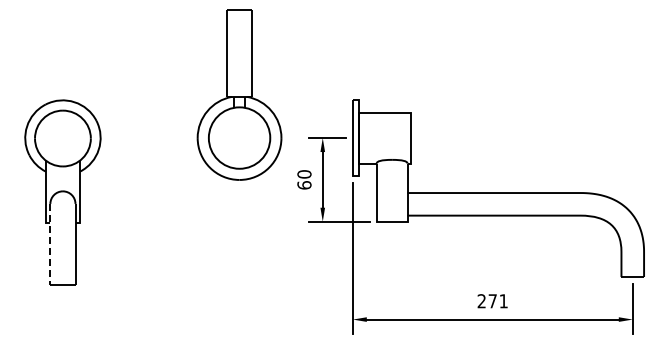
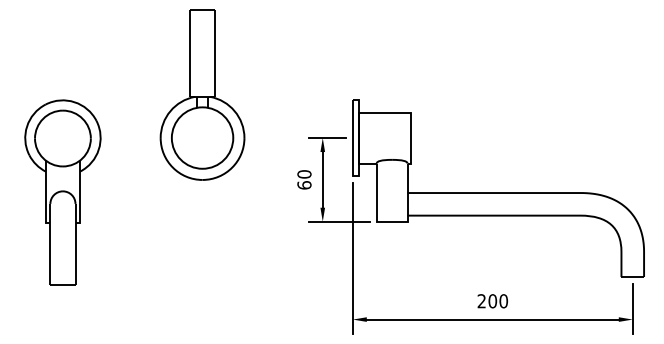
part at (239, 94) position: (239, 94) -> (202, 94)
line at (50, 244): dashed -> solid
text at (498, 301): 271 -> 200
